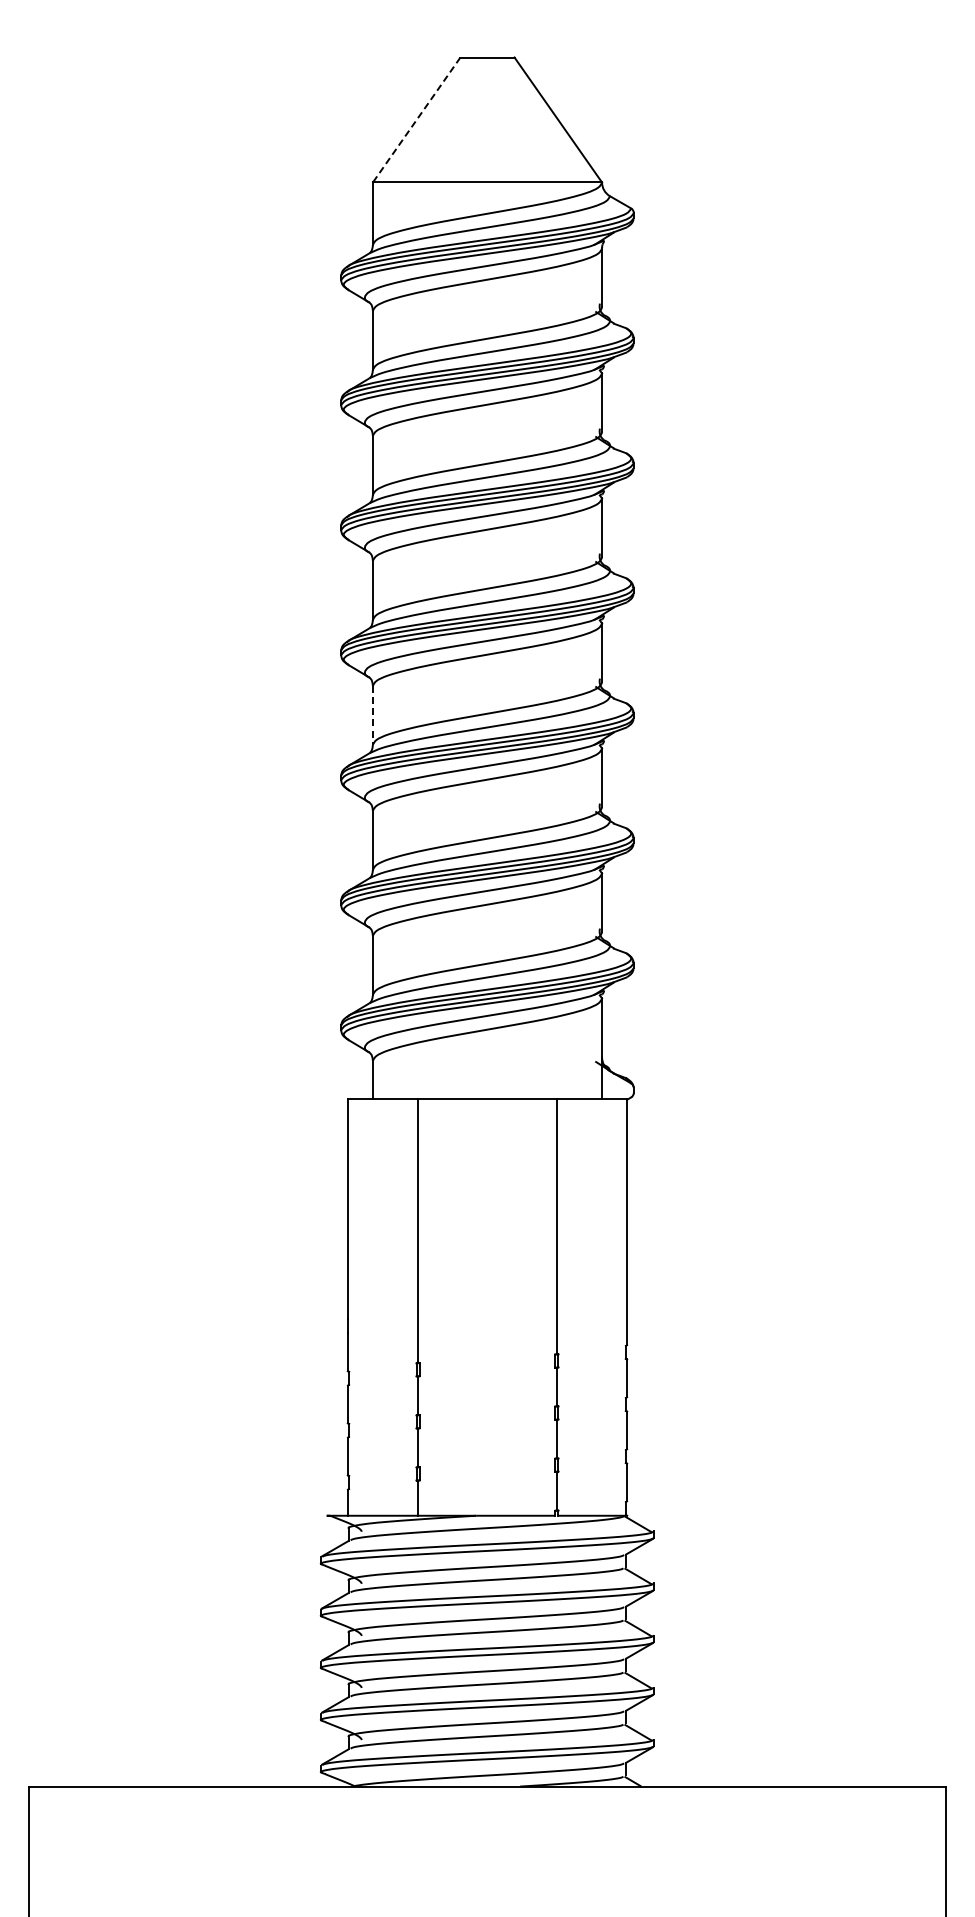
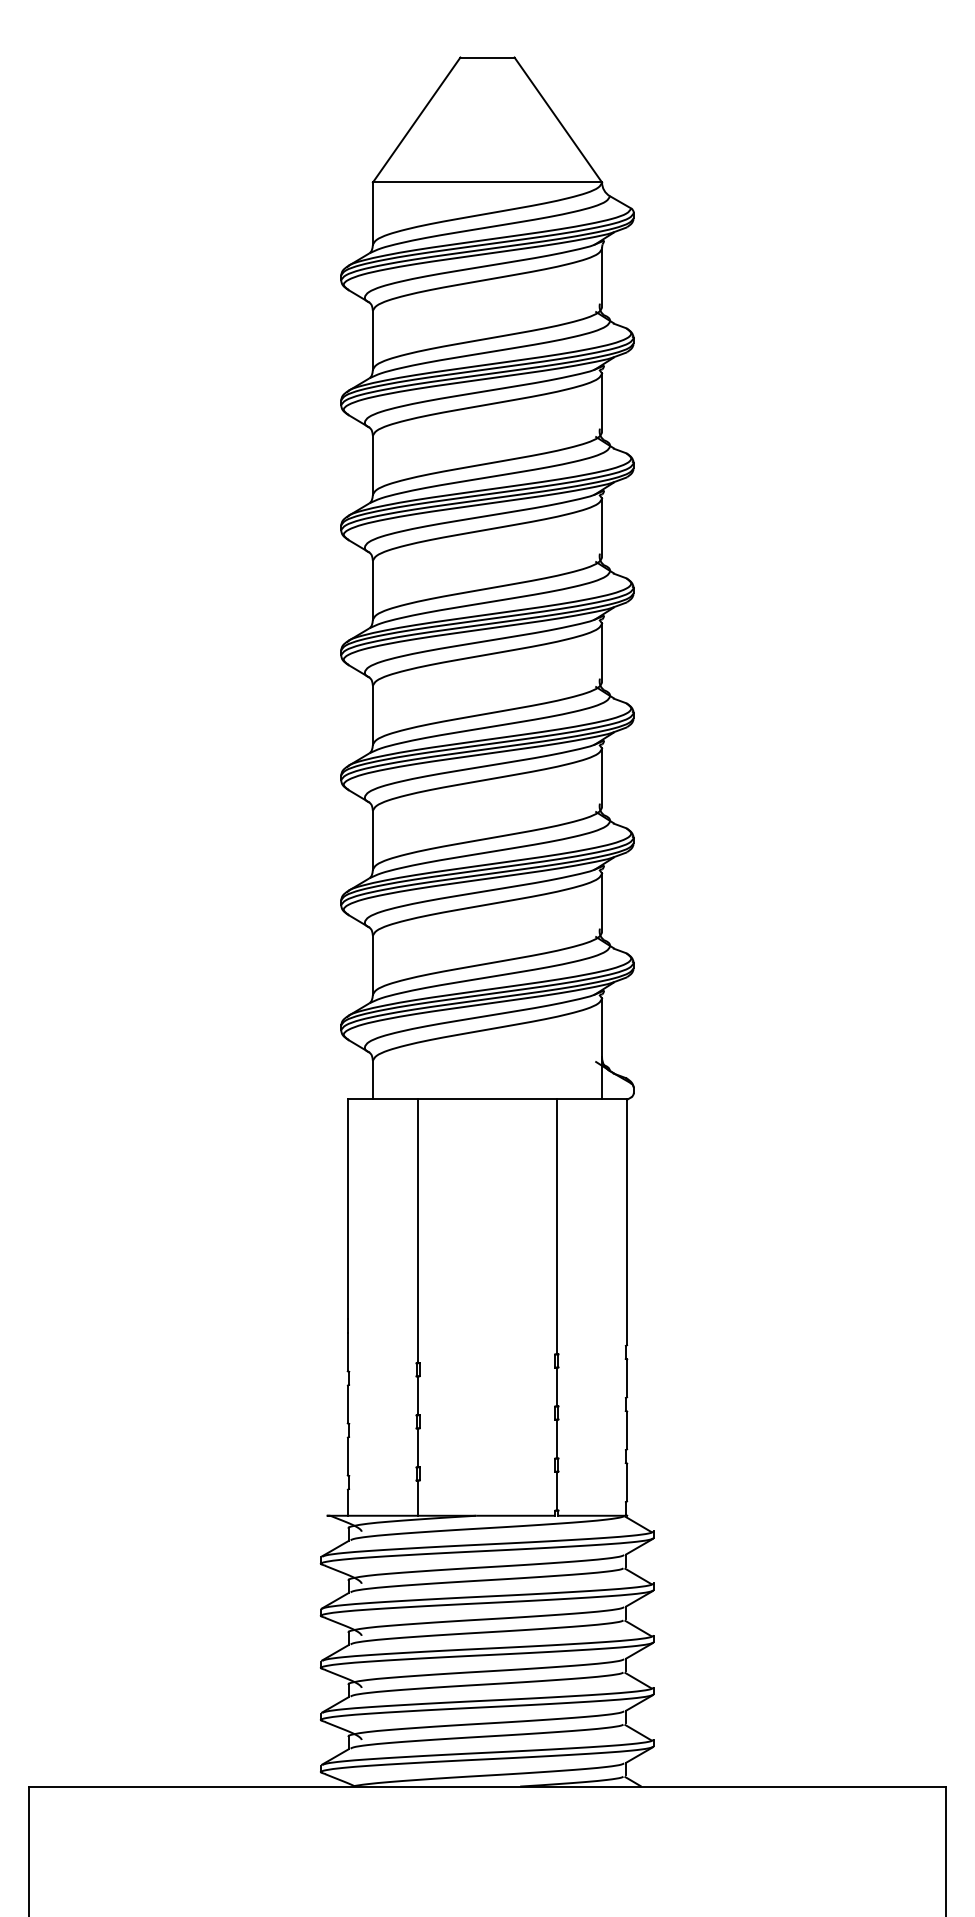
line at (416, 120): dashed -> solid
line at (372, 715): dashed -> solid
